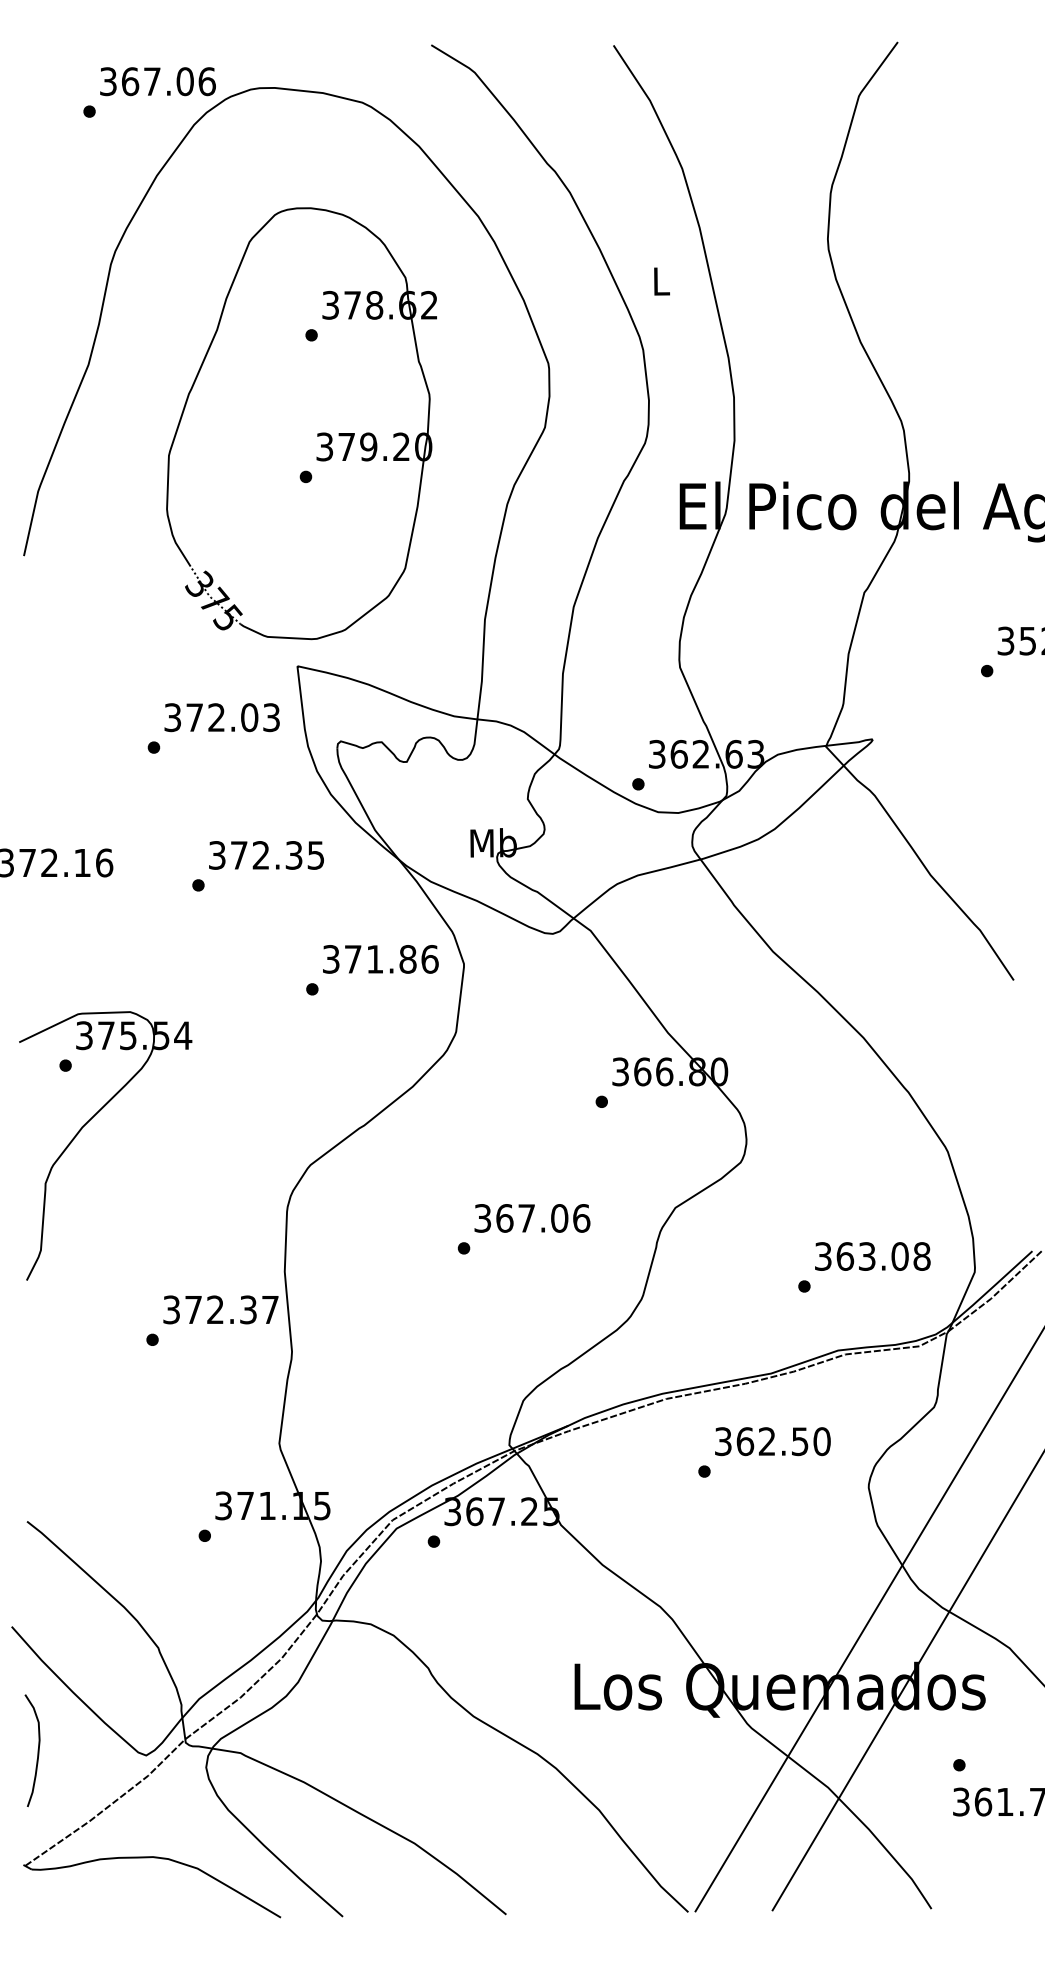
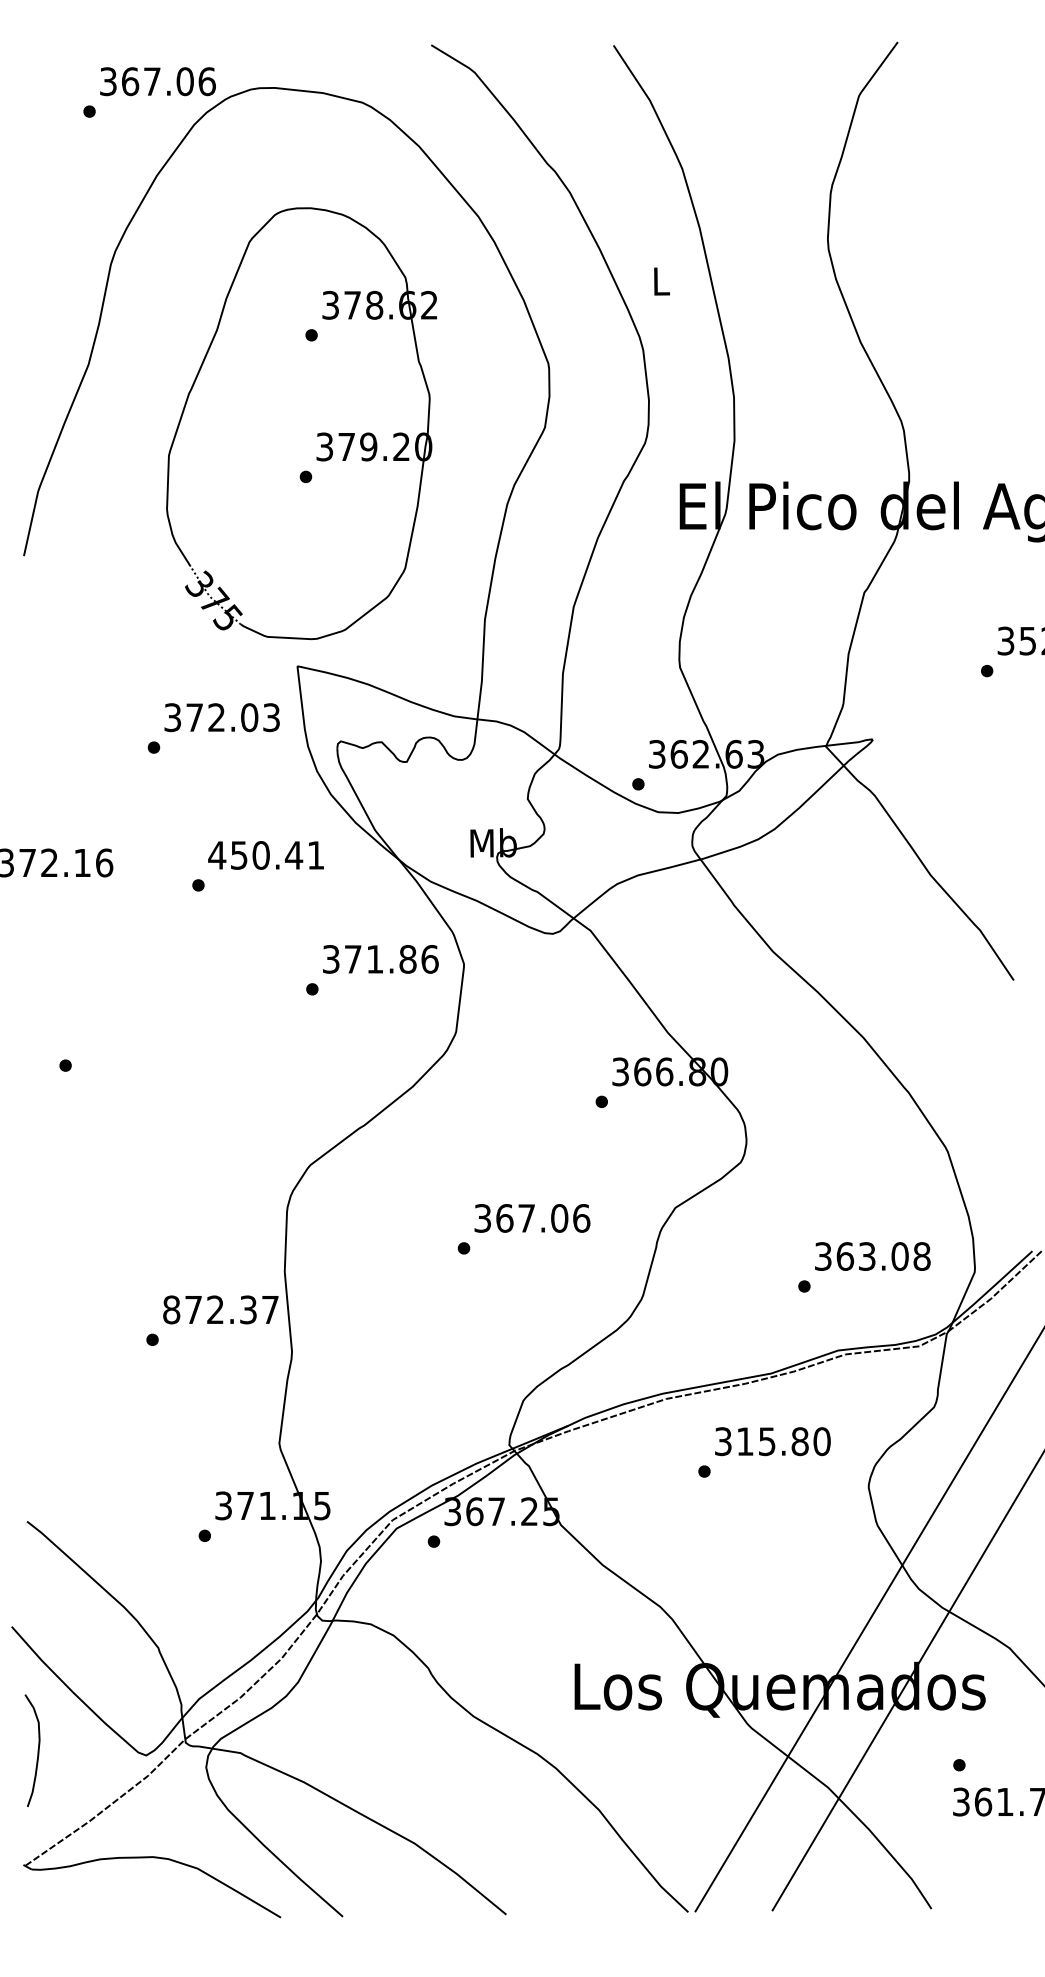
text at (266, 855): 372.35 -> 450.41
part at (85, 1125): present -> none
text at (171, 1309): 372.37 -> 872.37
text at (772, 1441): 362.50 -> 315.80
